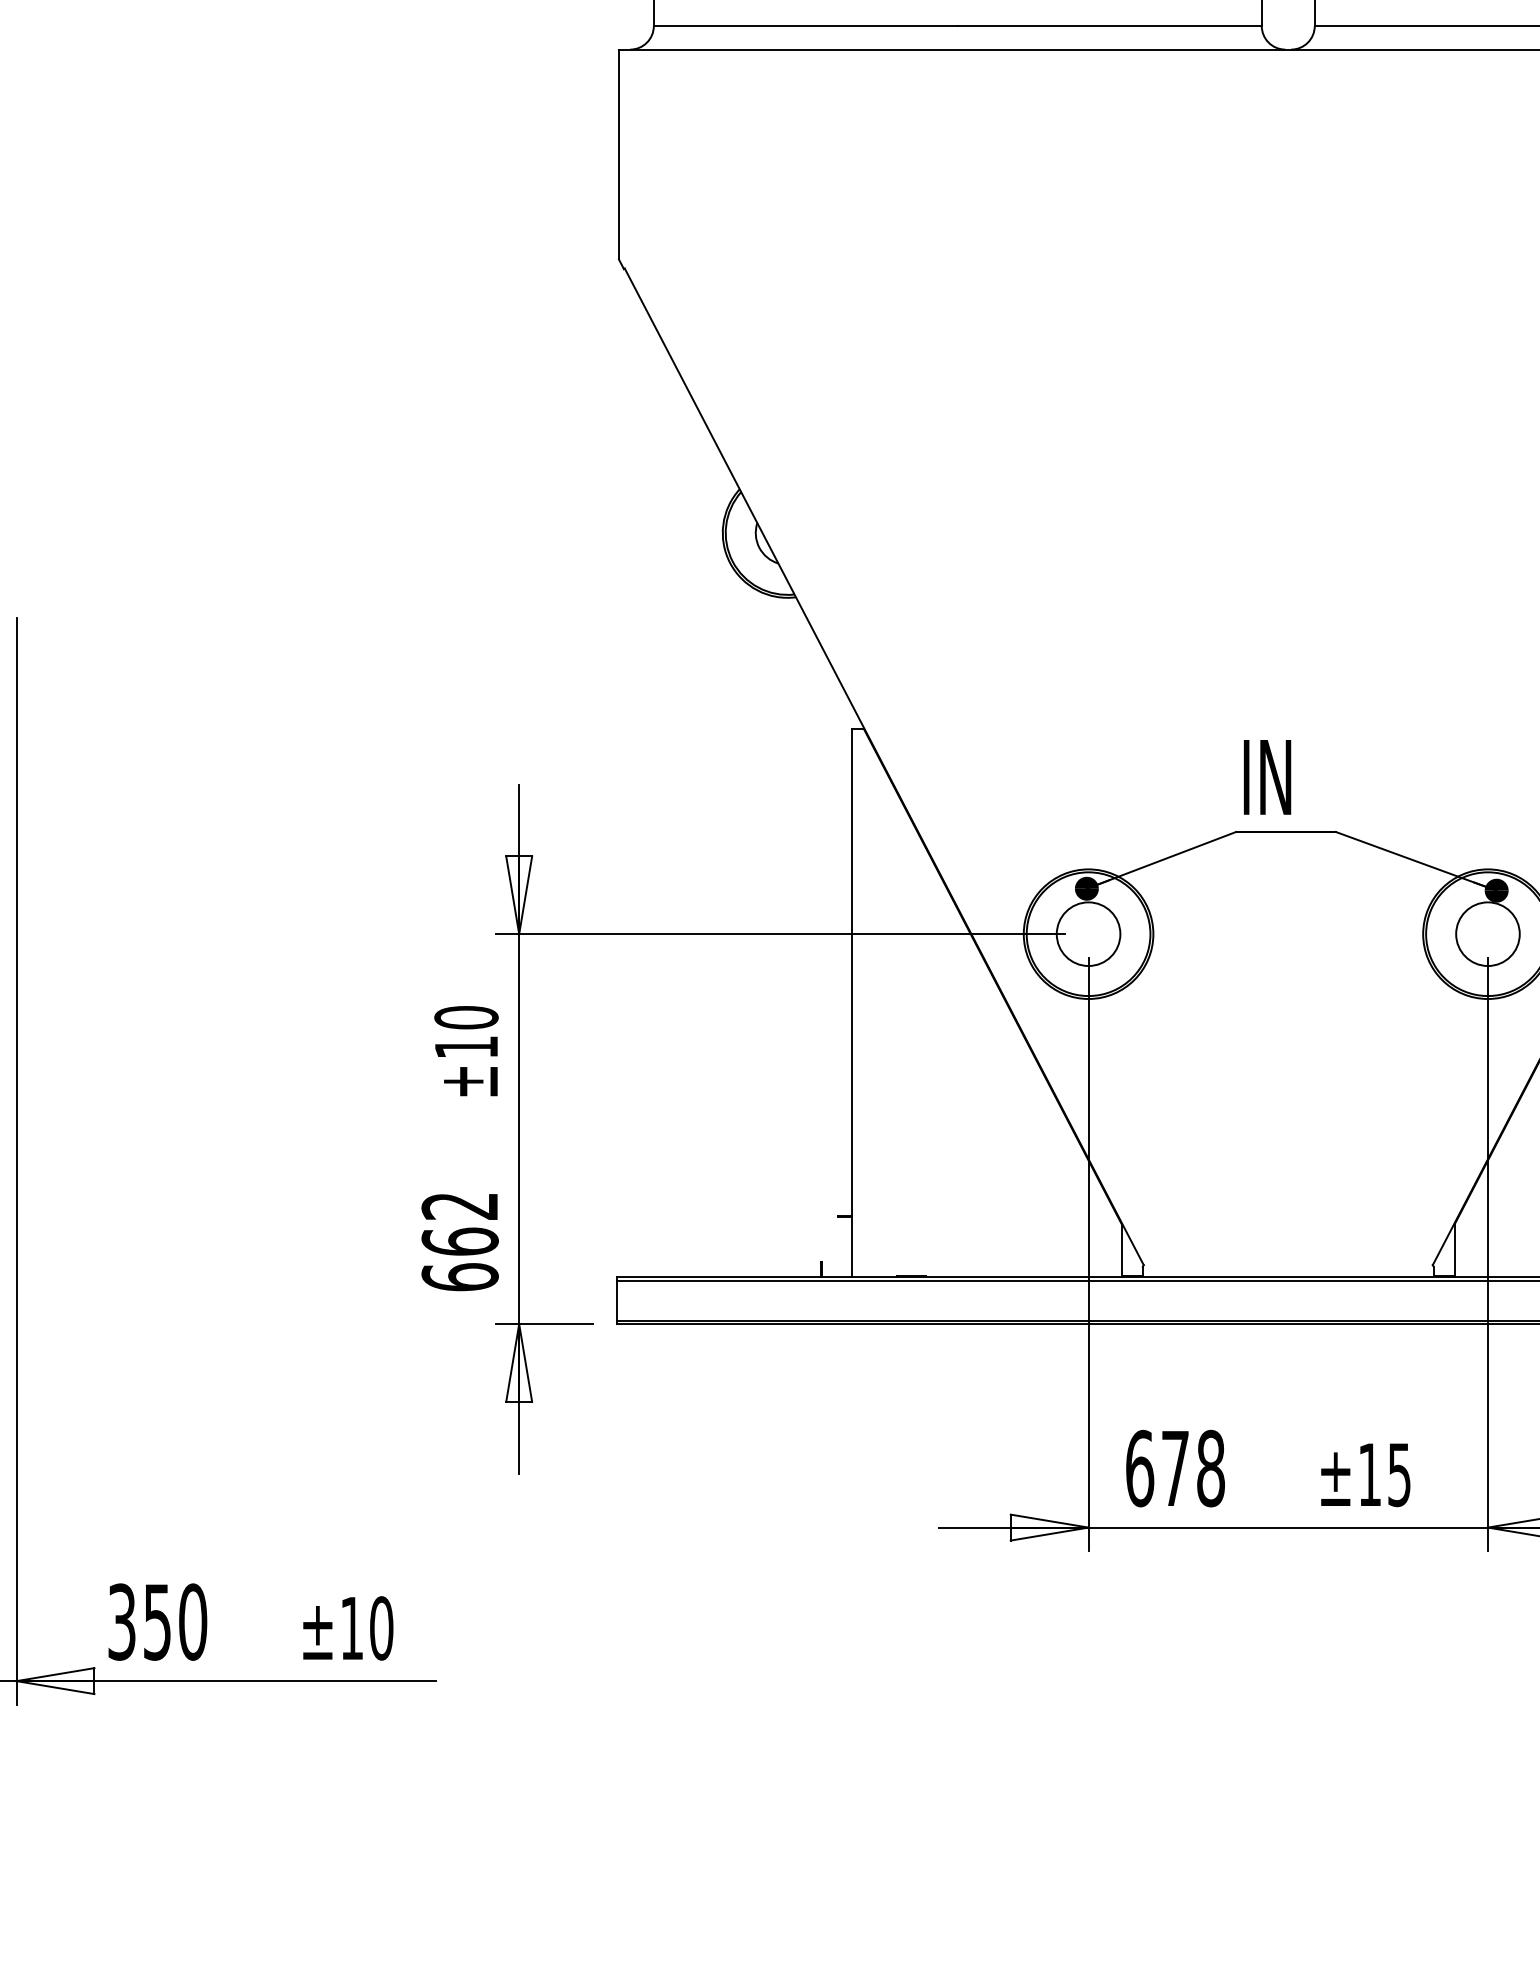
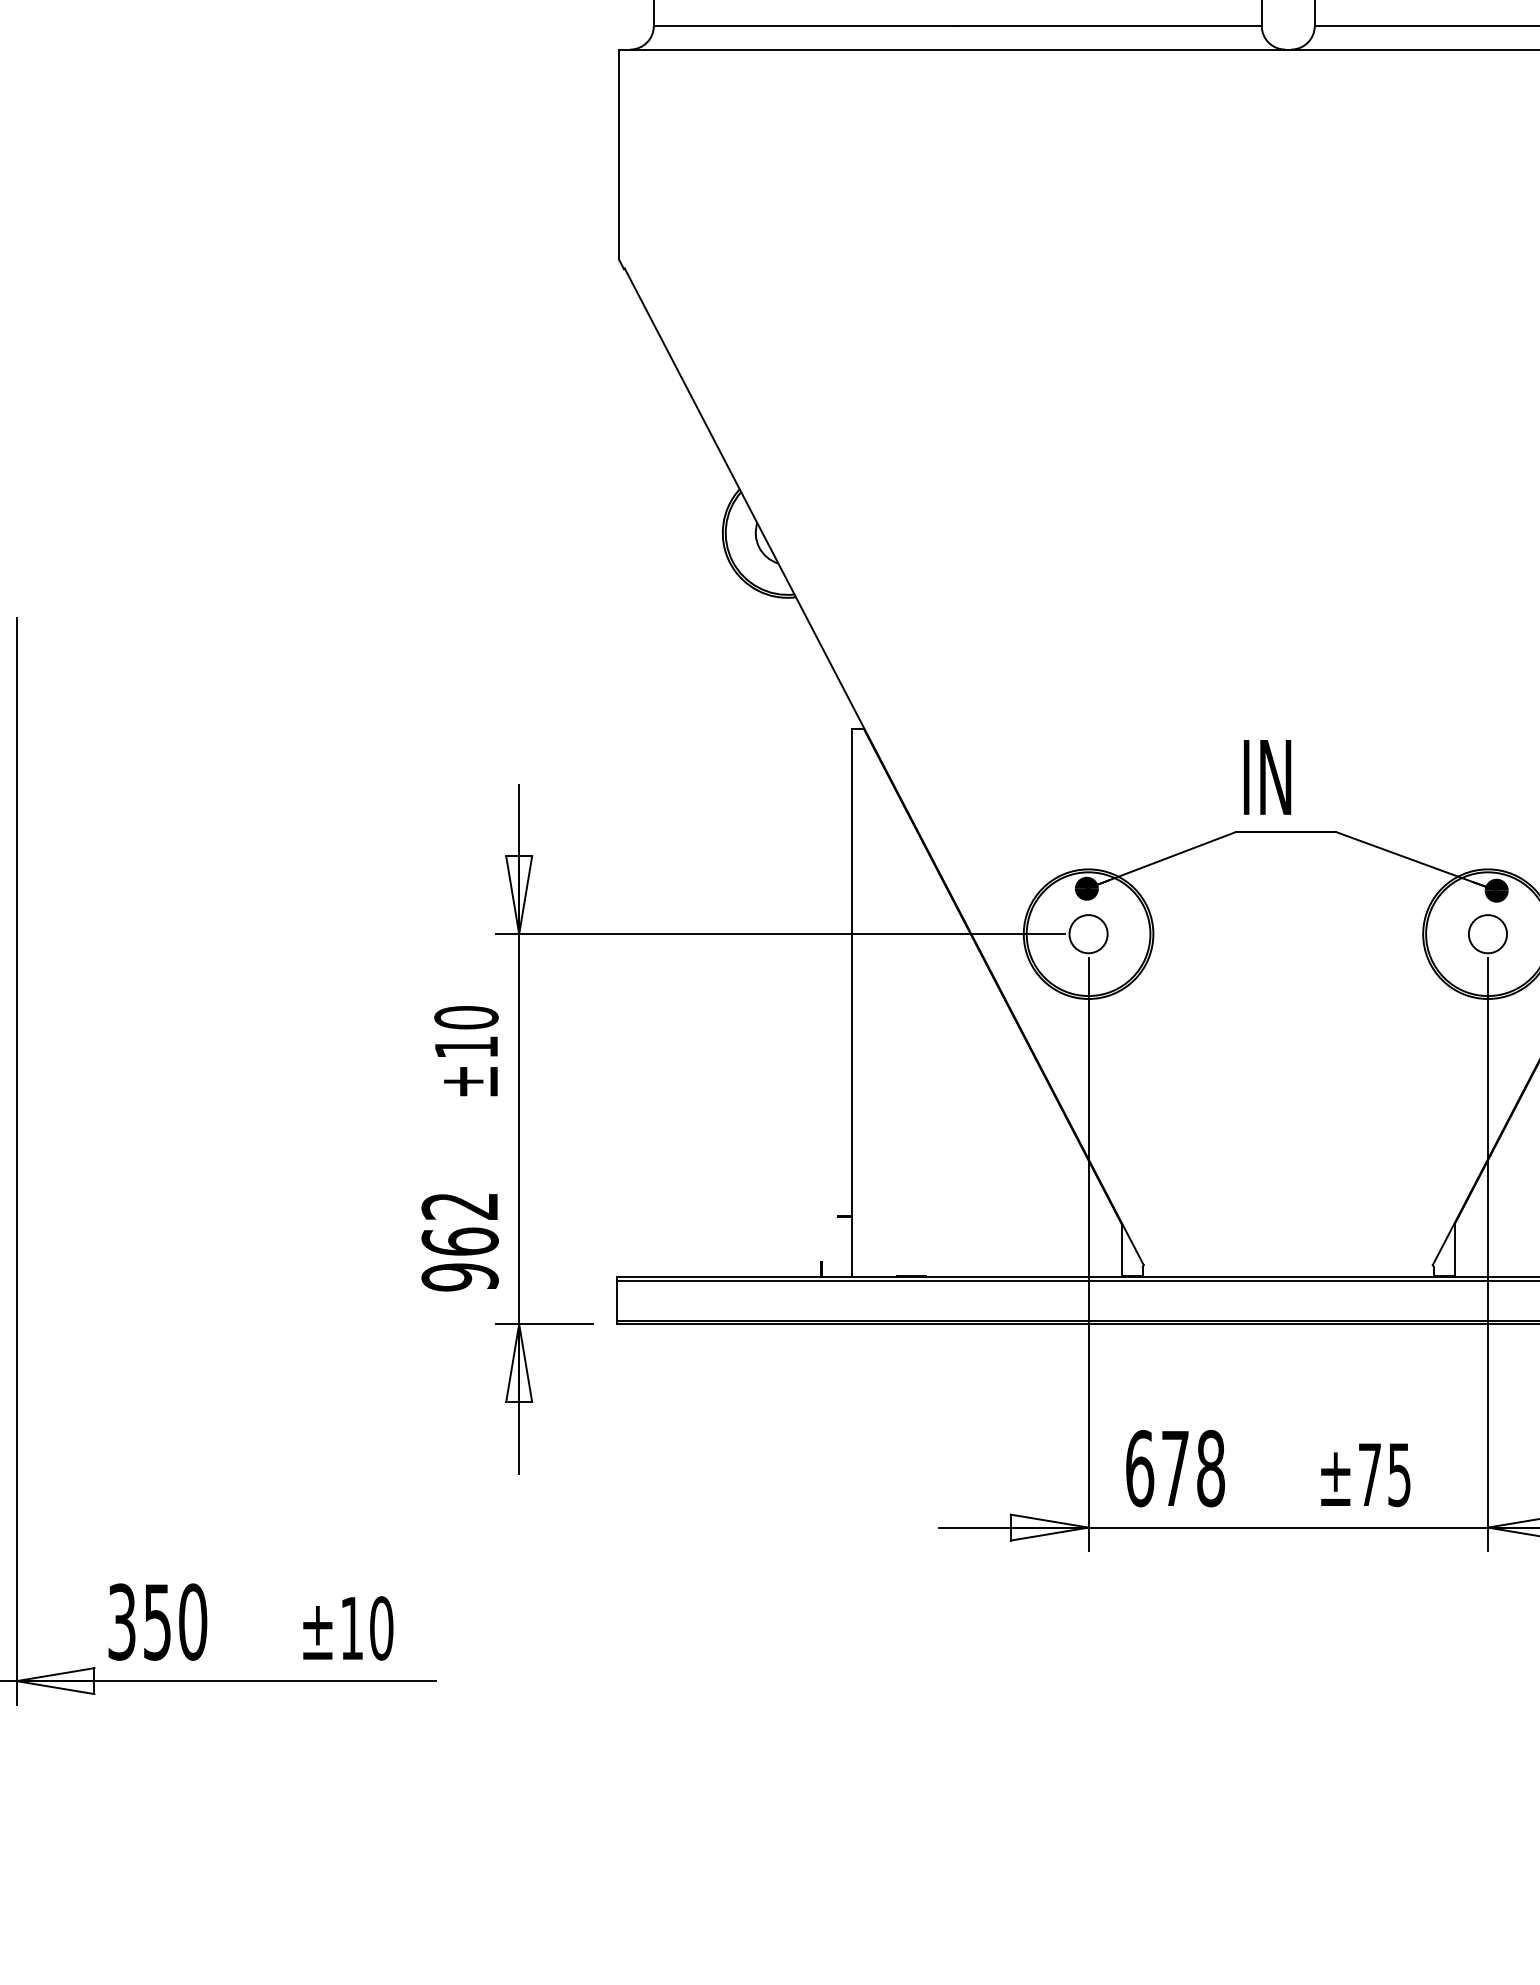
circle at (1088, 934) diameter: 64 px -> 38 px
circle at (1487, 934) diameter: 64 px -> 38 px
text at (459, 1277): 662 -> 962
text at (1369, 1474): ±15 -> ±75
